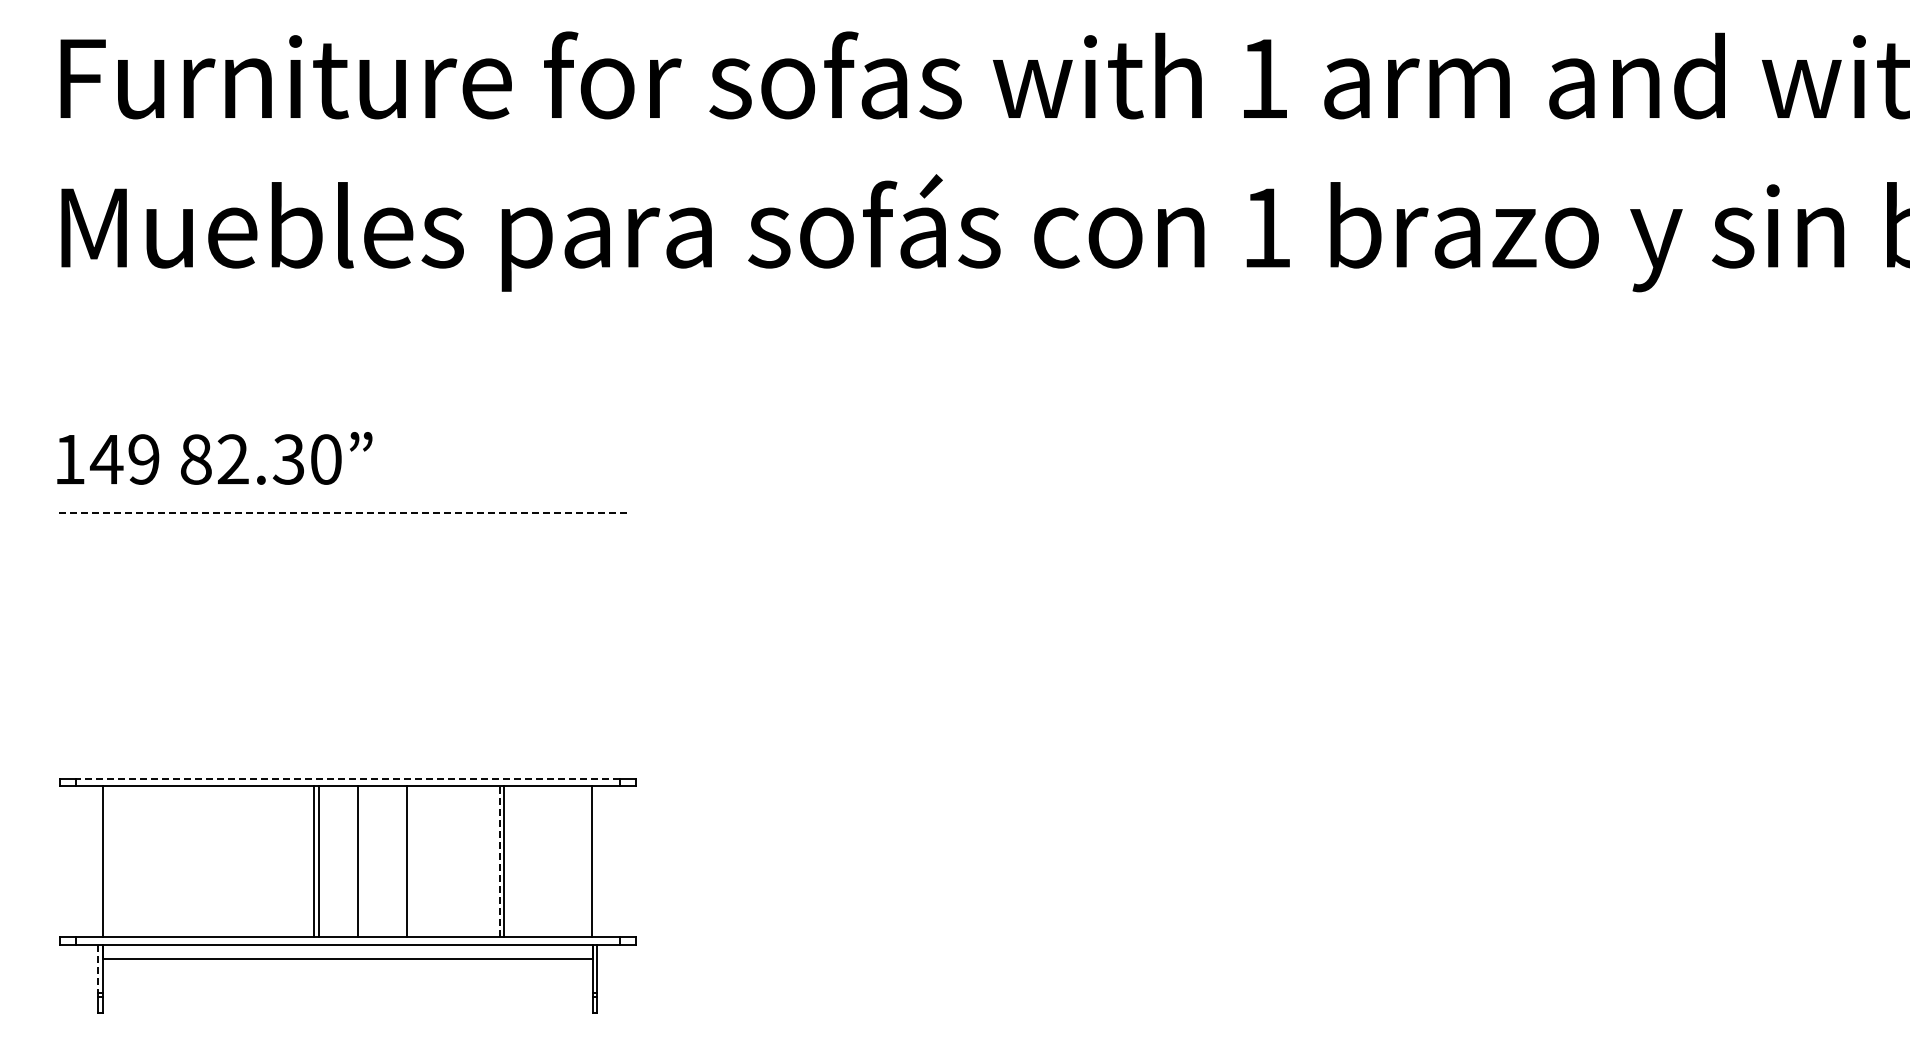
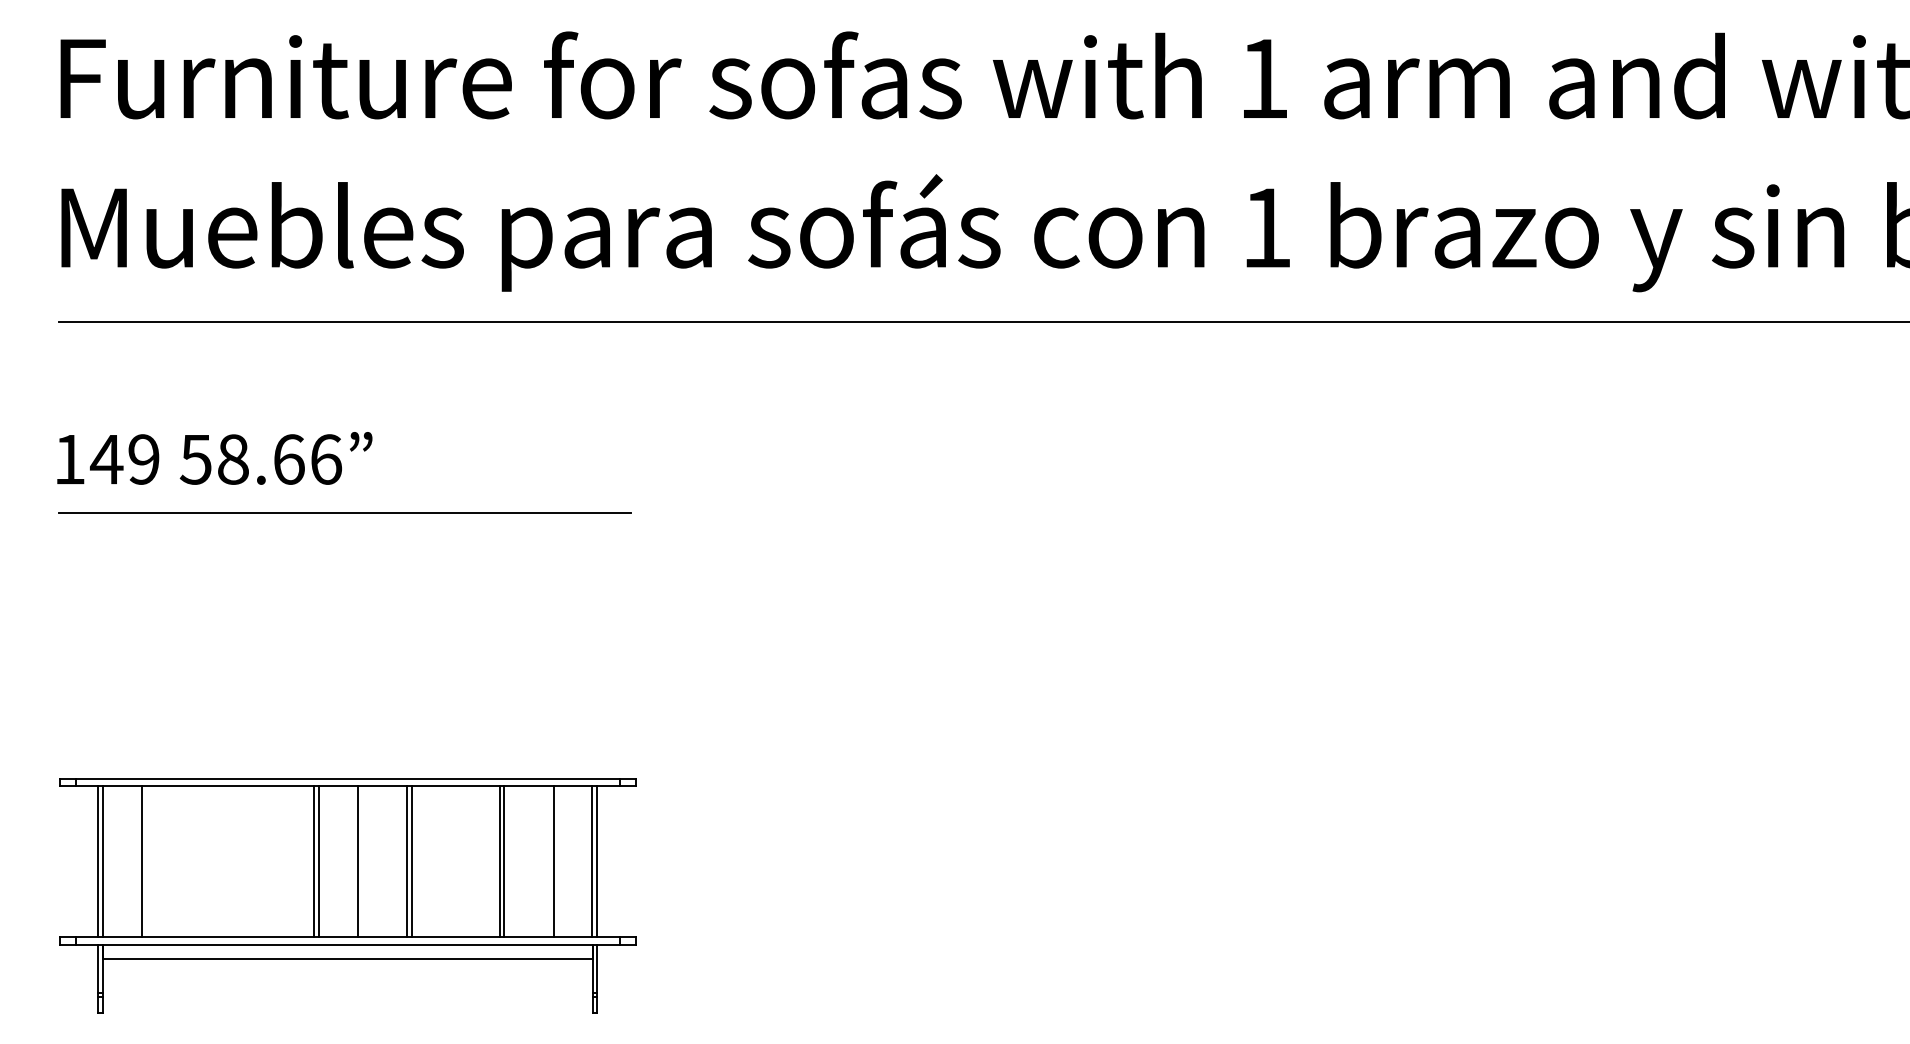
line at (982, 321): none -> present
text at (260, 459): 82.30 -> 58.66
line at (344, 513): dashed -> solid
line at (347, 778): dashed -> solid
line at (98, 861): none -> present
line at (141, 861): none -> present
line at (411, 861): none -> present
line at (499, 861): dashed -> solid
line at (553, 861): none -> present
line at (597, 861): none -> present
line at (98, 969): dashed -> solid
